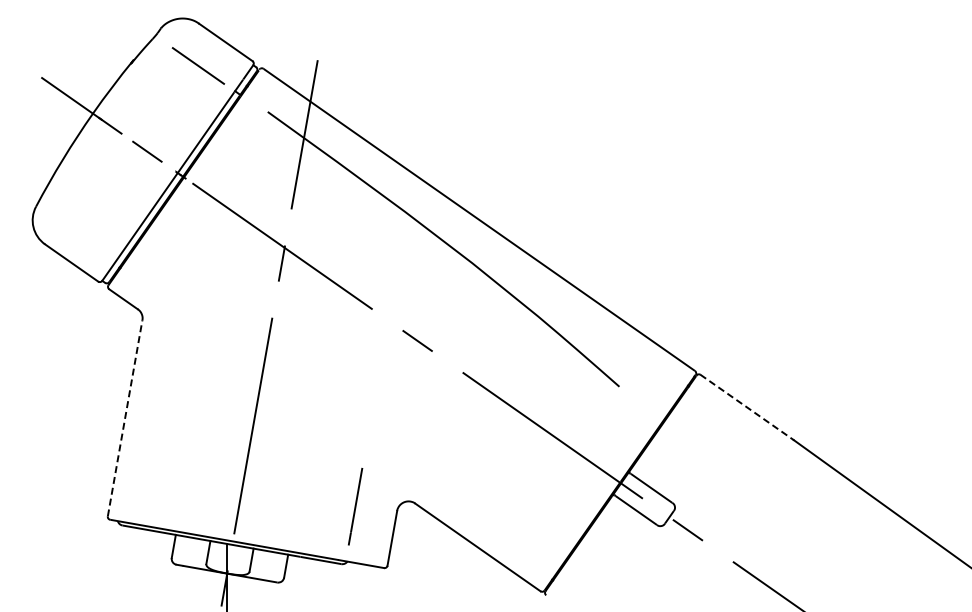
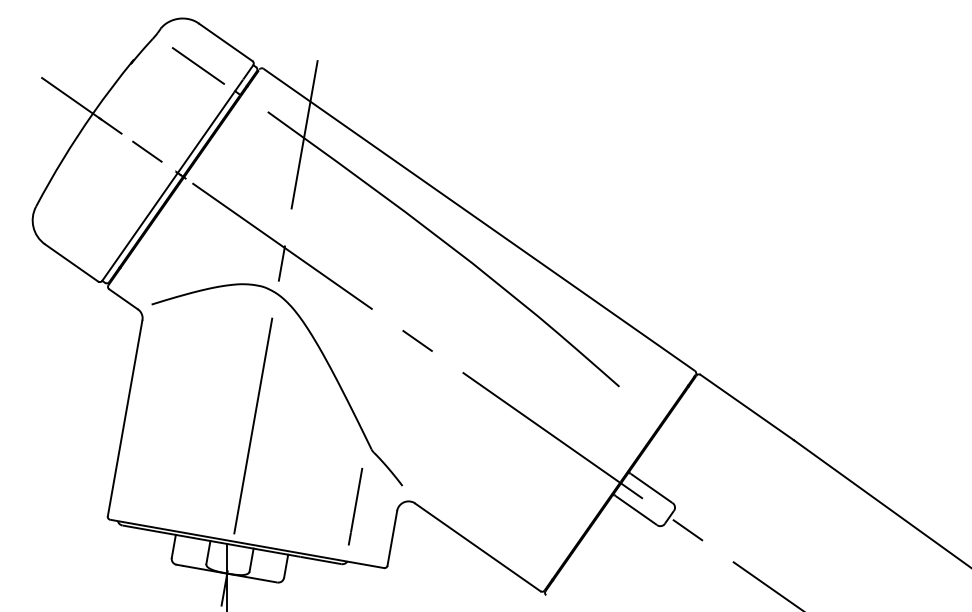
part at (324, 359): none -> present
line at (747, 407): dashed -> solid
line at (125, 418): dashed -> solid
